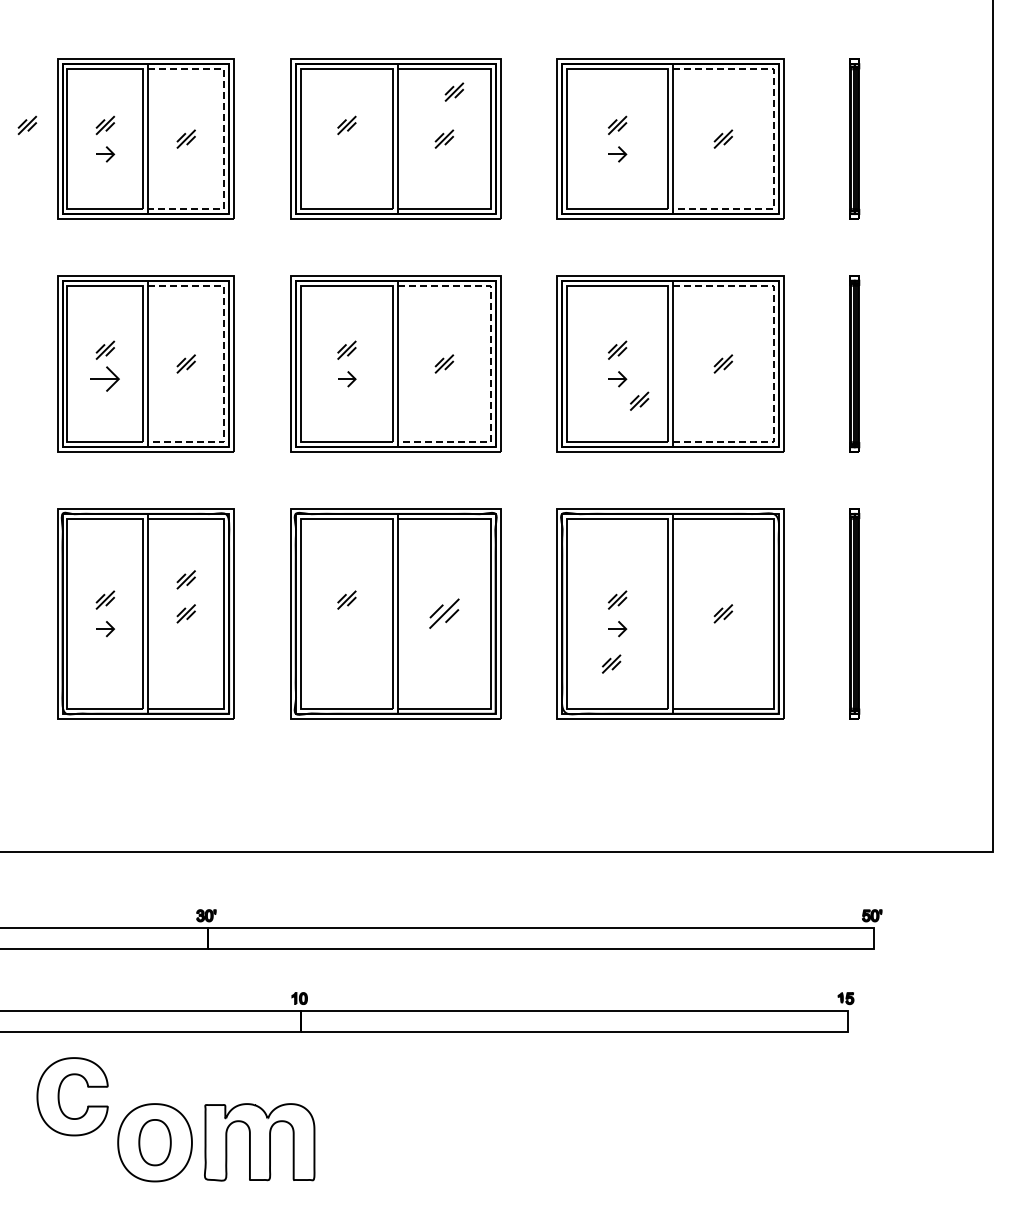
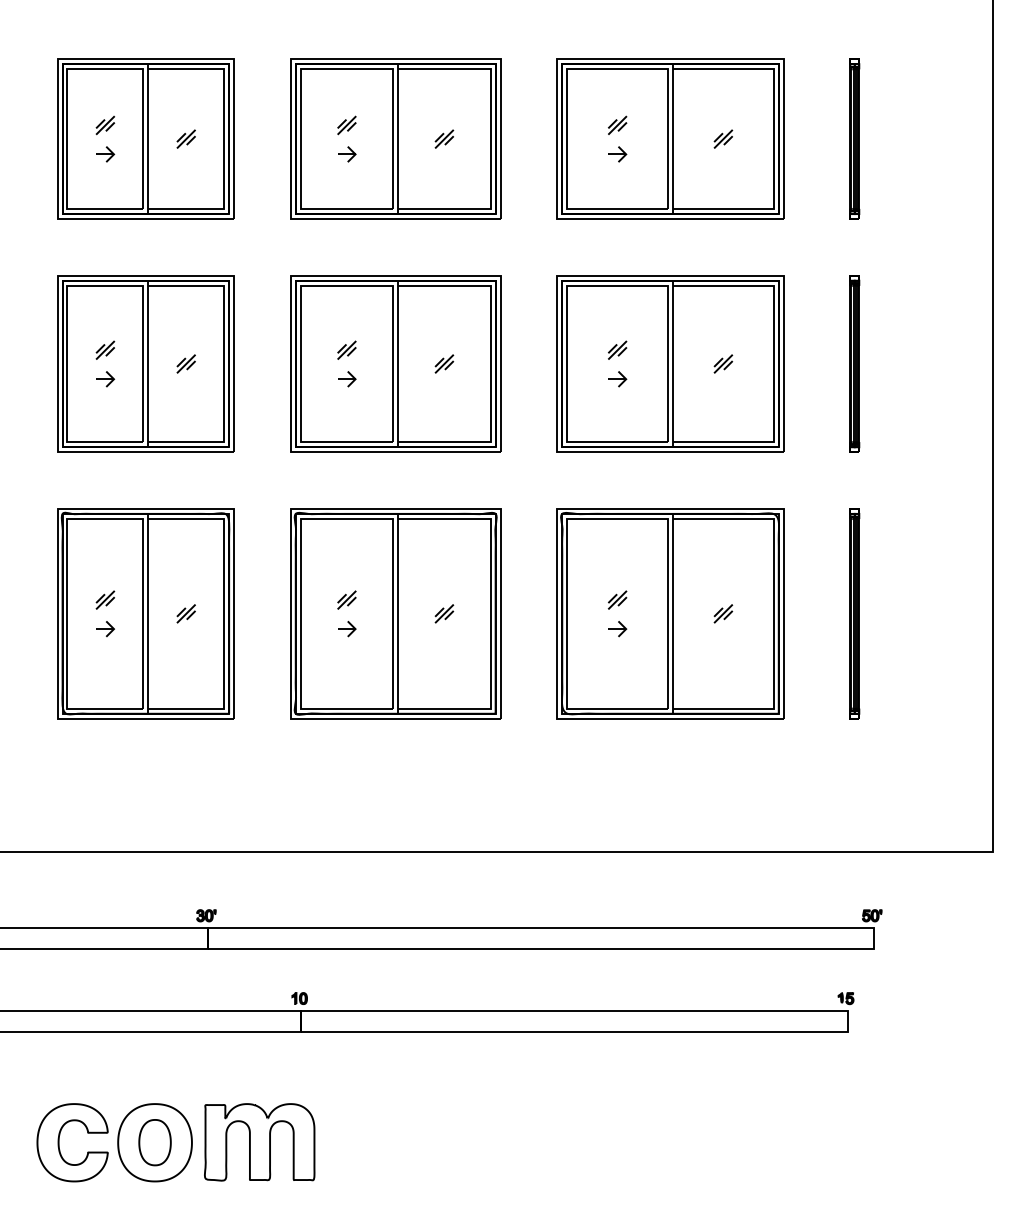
part at (454, 91): present -> none
part at (27, 125): present -> none
line at (224, 139): dashed -> solid
line at (773, 139): dashed -> solid
part at (347, 154): none -> present
line at (224, 364): dashed -> solid
line at (490, 364): dashed -> solid
line at (773, 364): dashed -> solid
part at (104, 378) size: 30x26 px -> 20x17 px
part at (639, 400): present -> none
part at (185, 579): present -> none
part at (444, 613) size: 31x31 px -> 21x20 px
part at (347, 629): none -> present
part at (611, 663): present -> none
part at (59, 1096) position: (59, 1096) -> (59, 1142)
